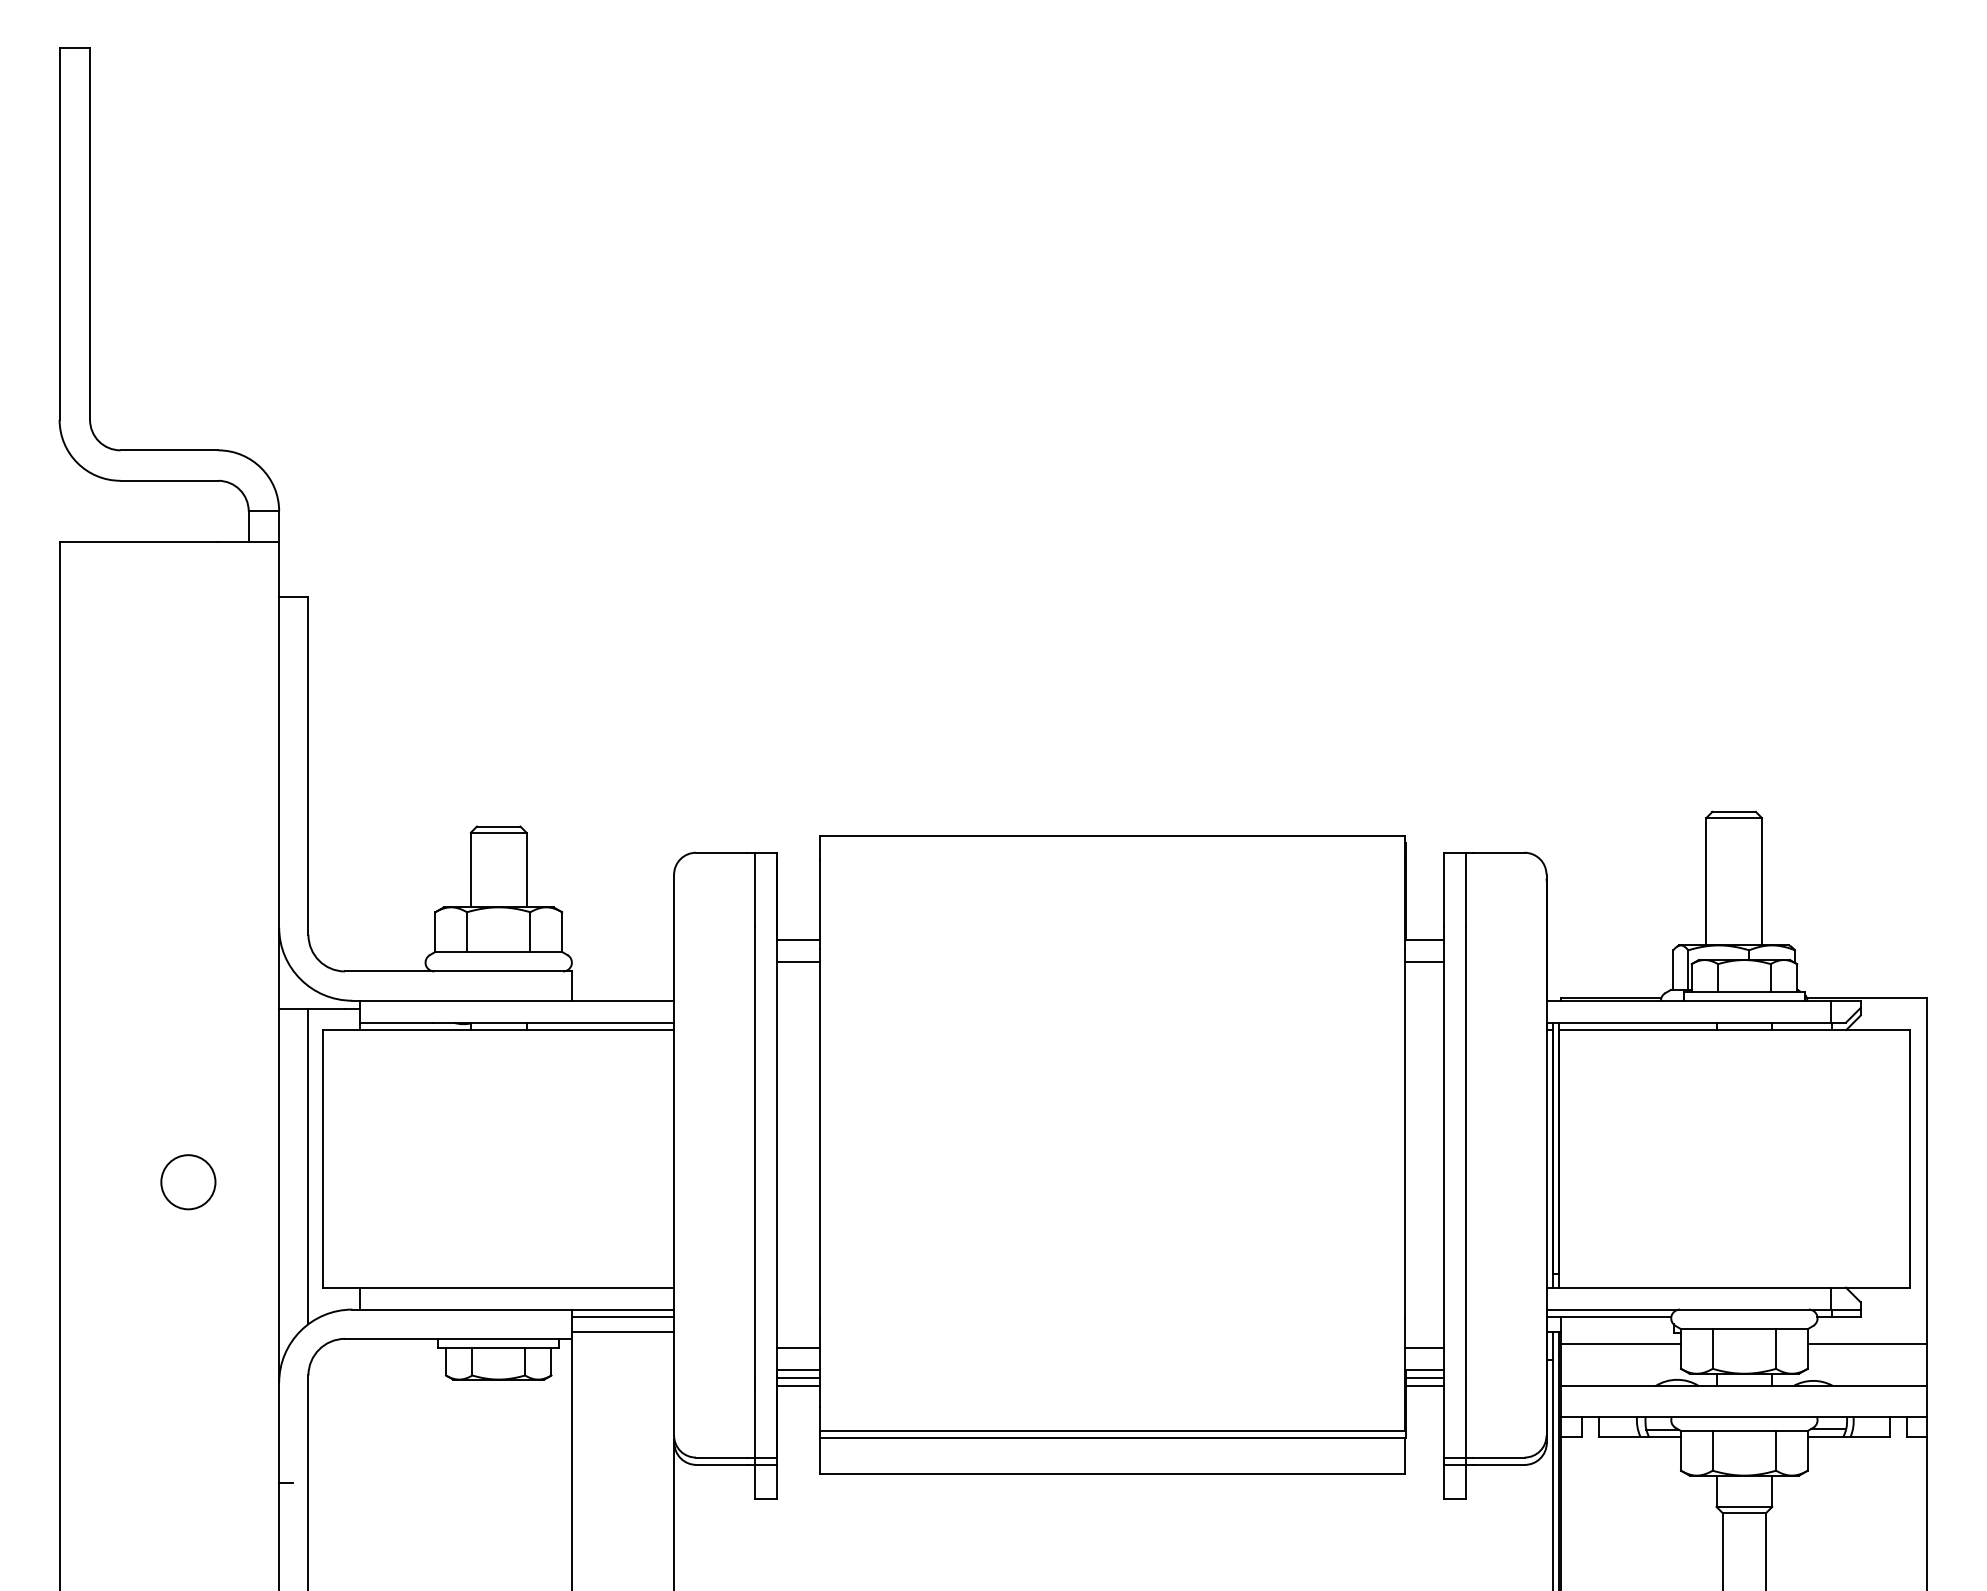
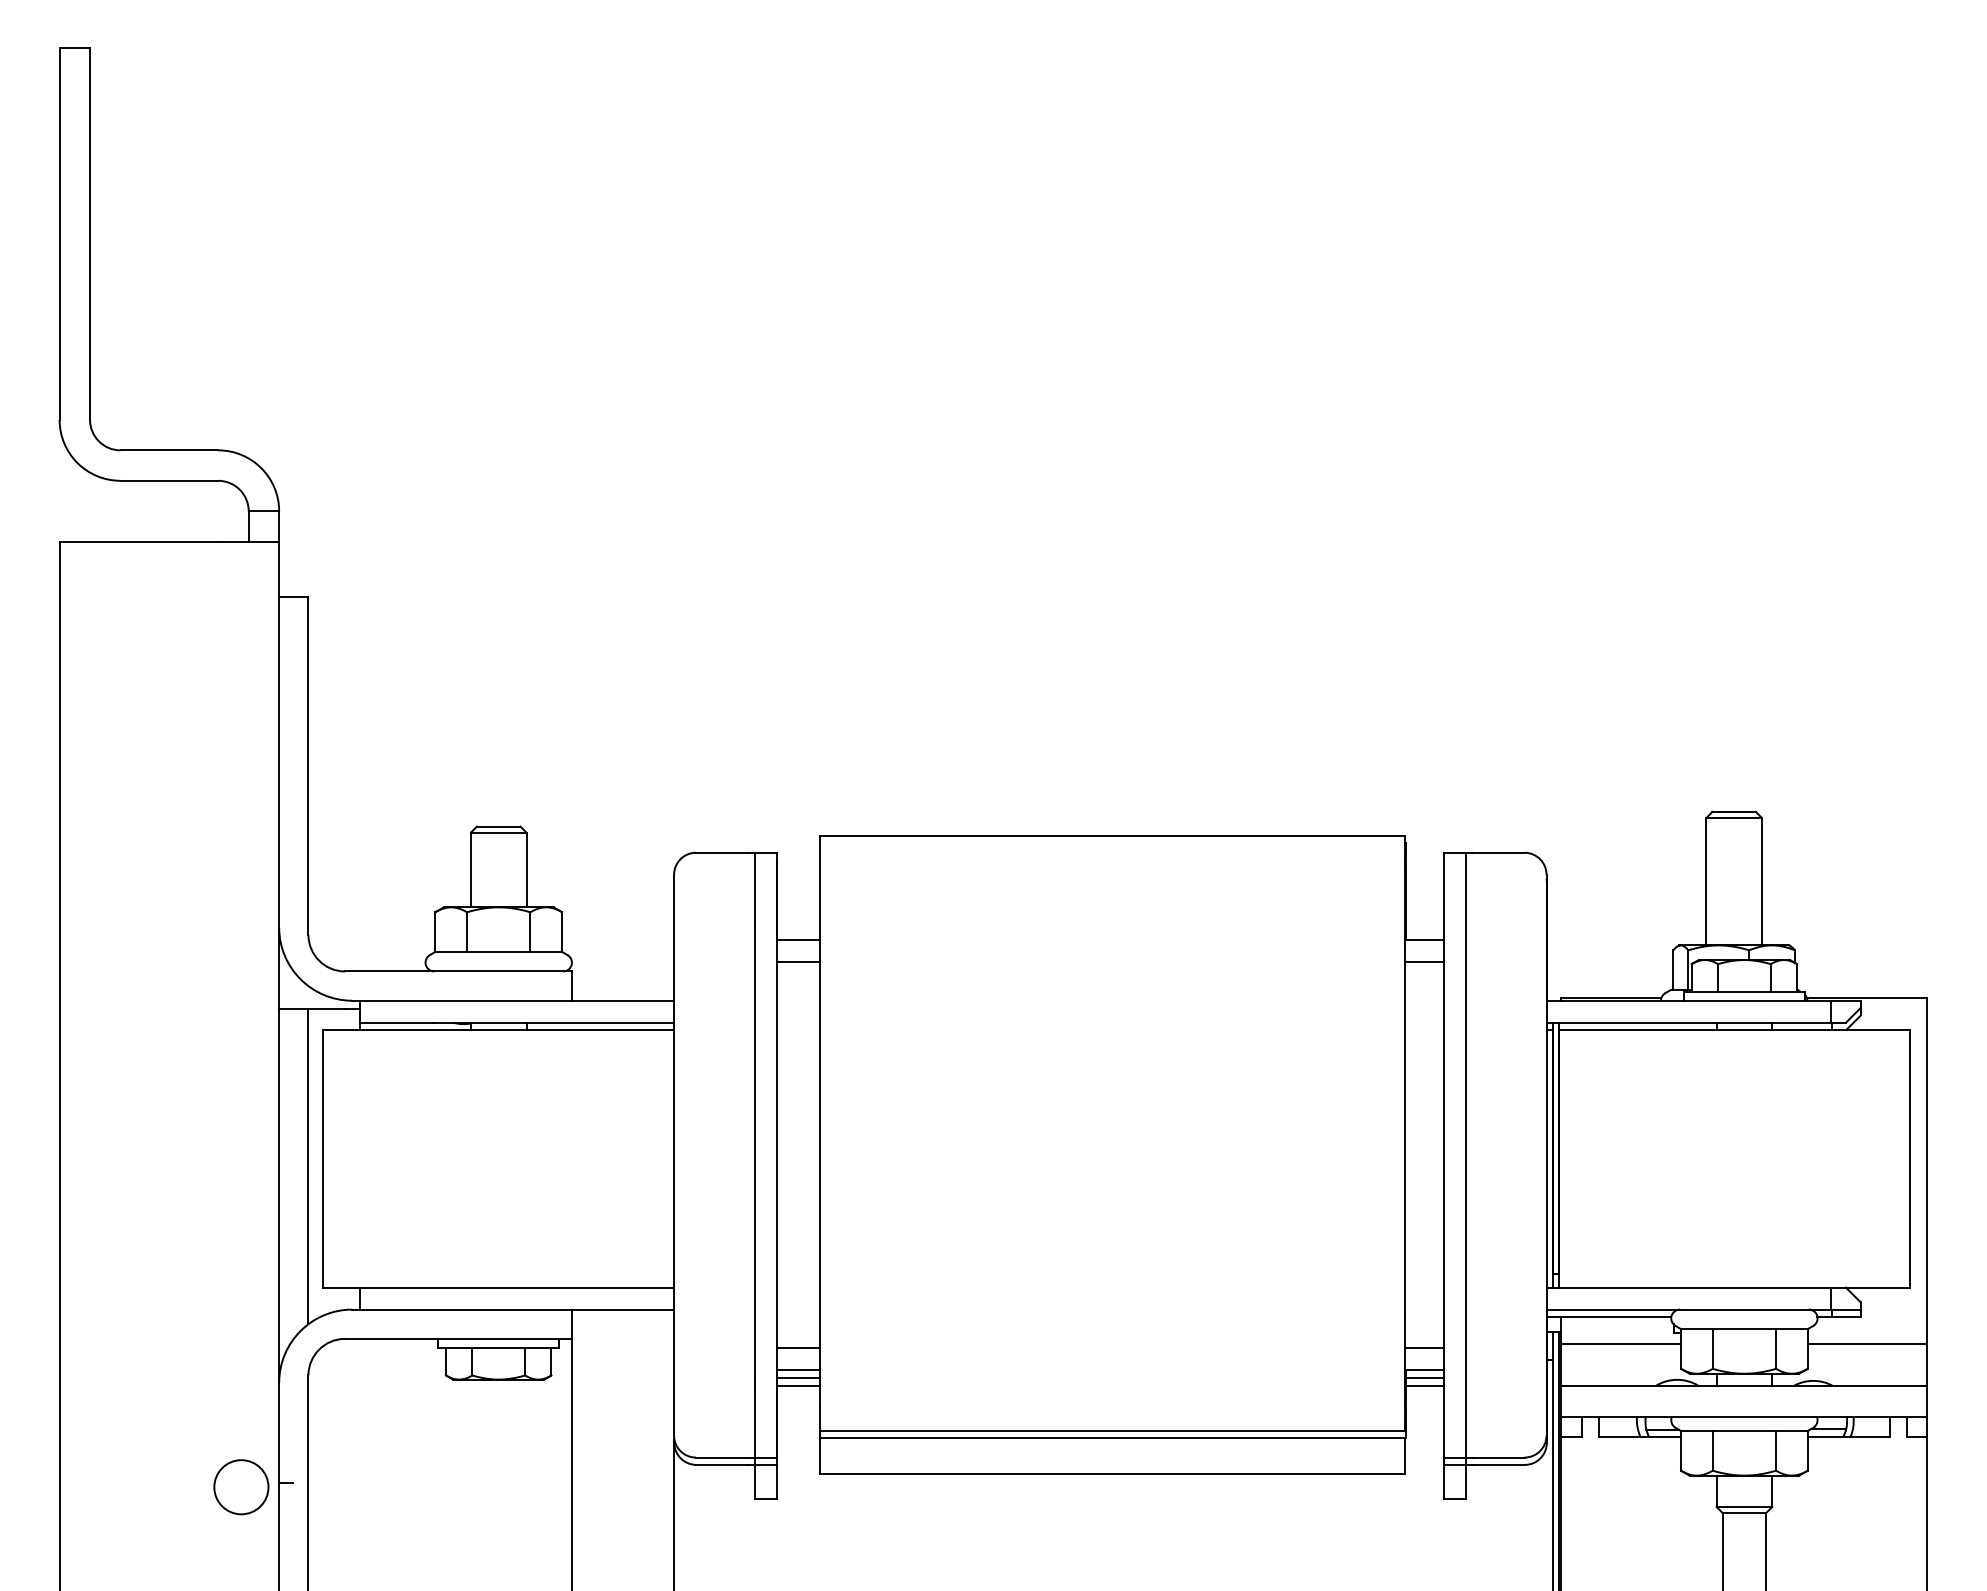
circle at (188, 1182) position: (188, 1182) -> (241, 1487)
line at (622, 1316): present -> none
line at (622, 1331): present -> none
